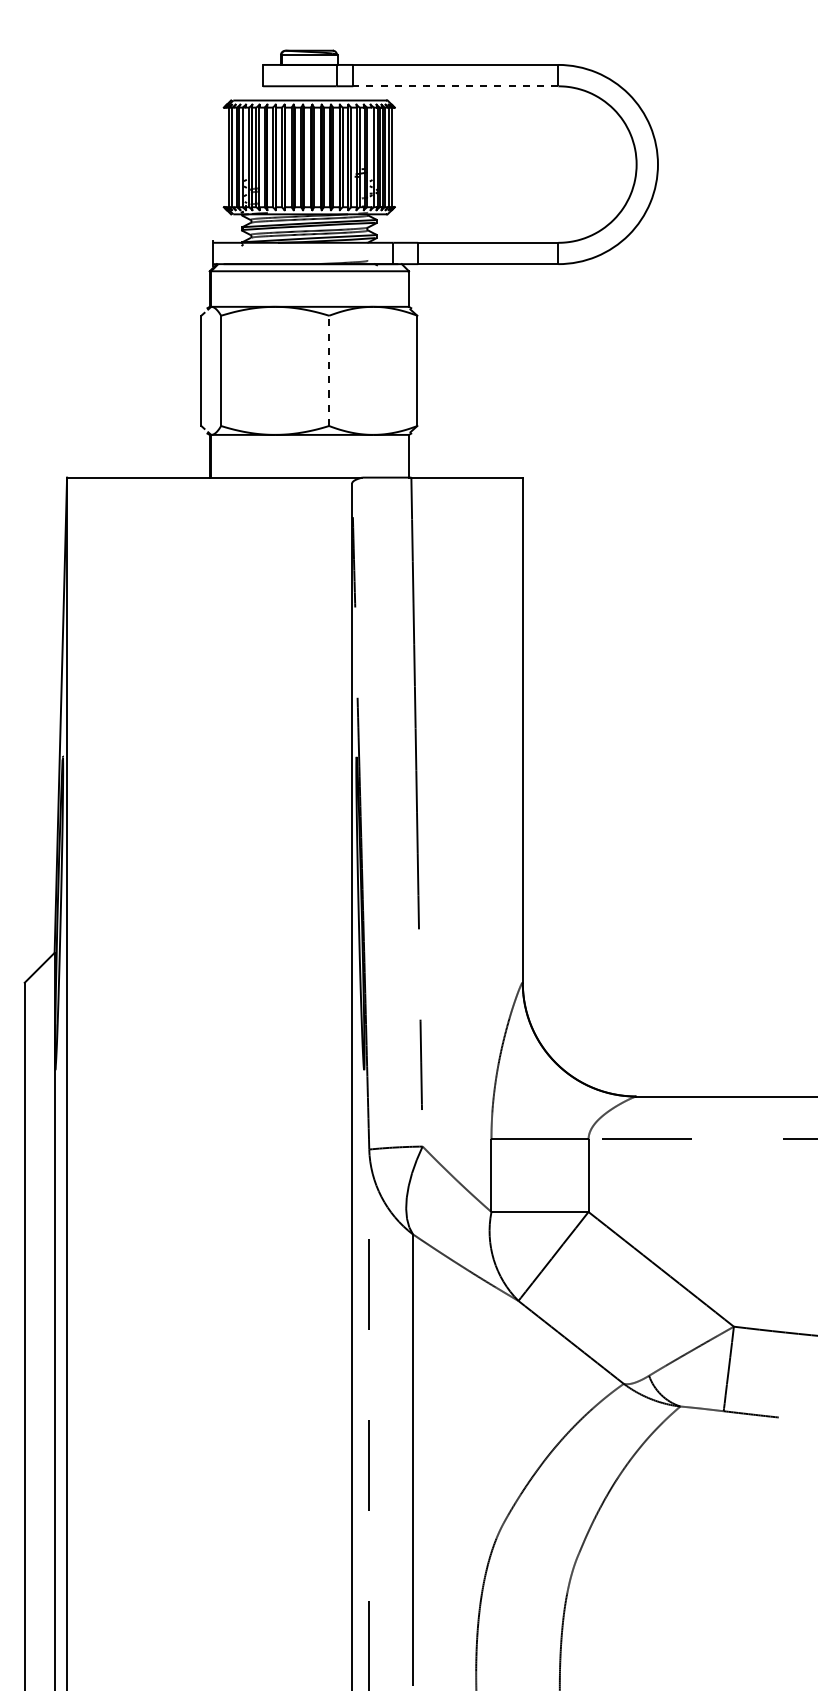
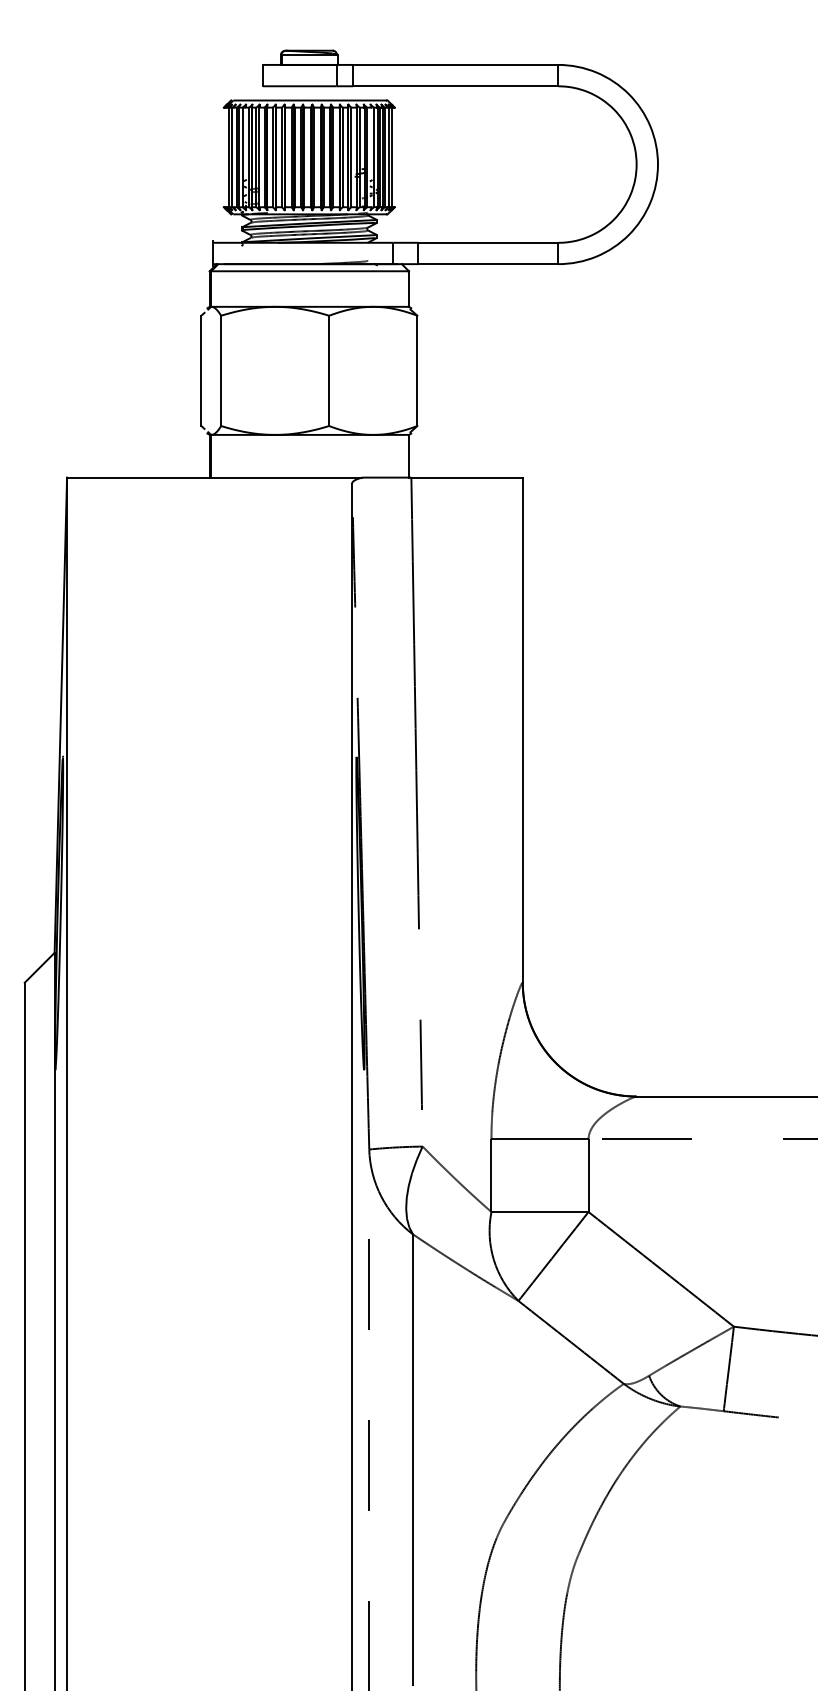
line at (455, 86): dashed -> solid
line at (329, 370): dashed -> solid
